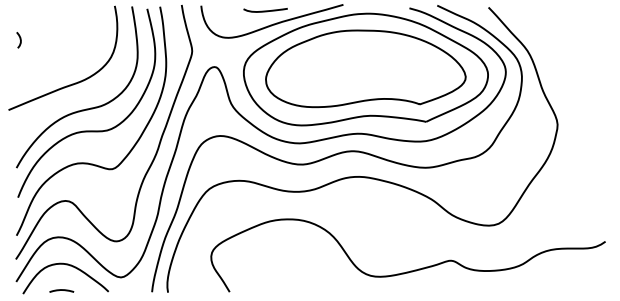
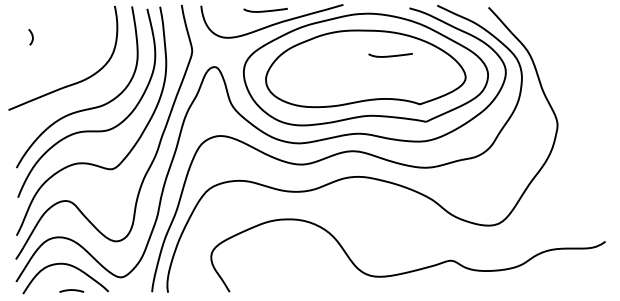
curve at (19, 39) position: (19, 39) -> (31, 36)
curve at (390, 55): none -> present
line at (61, 290) position: (61, 290) -> (71, 290)
